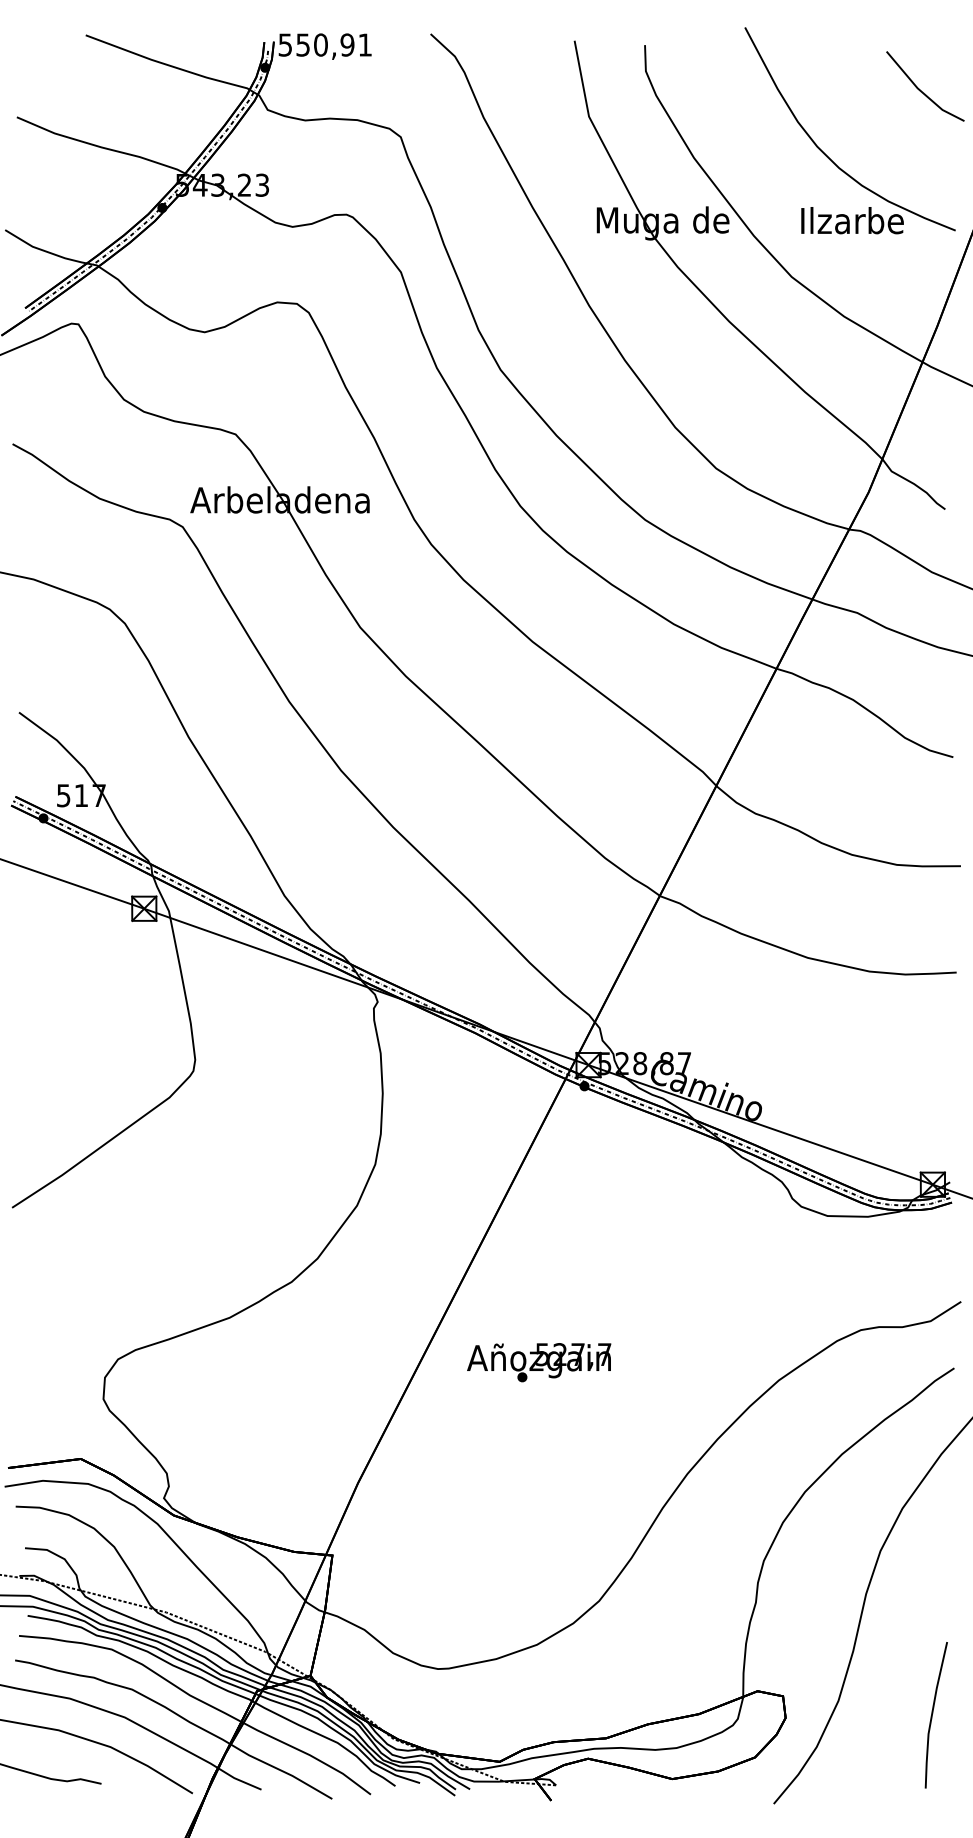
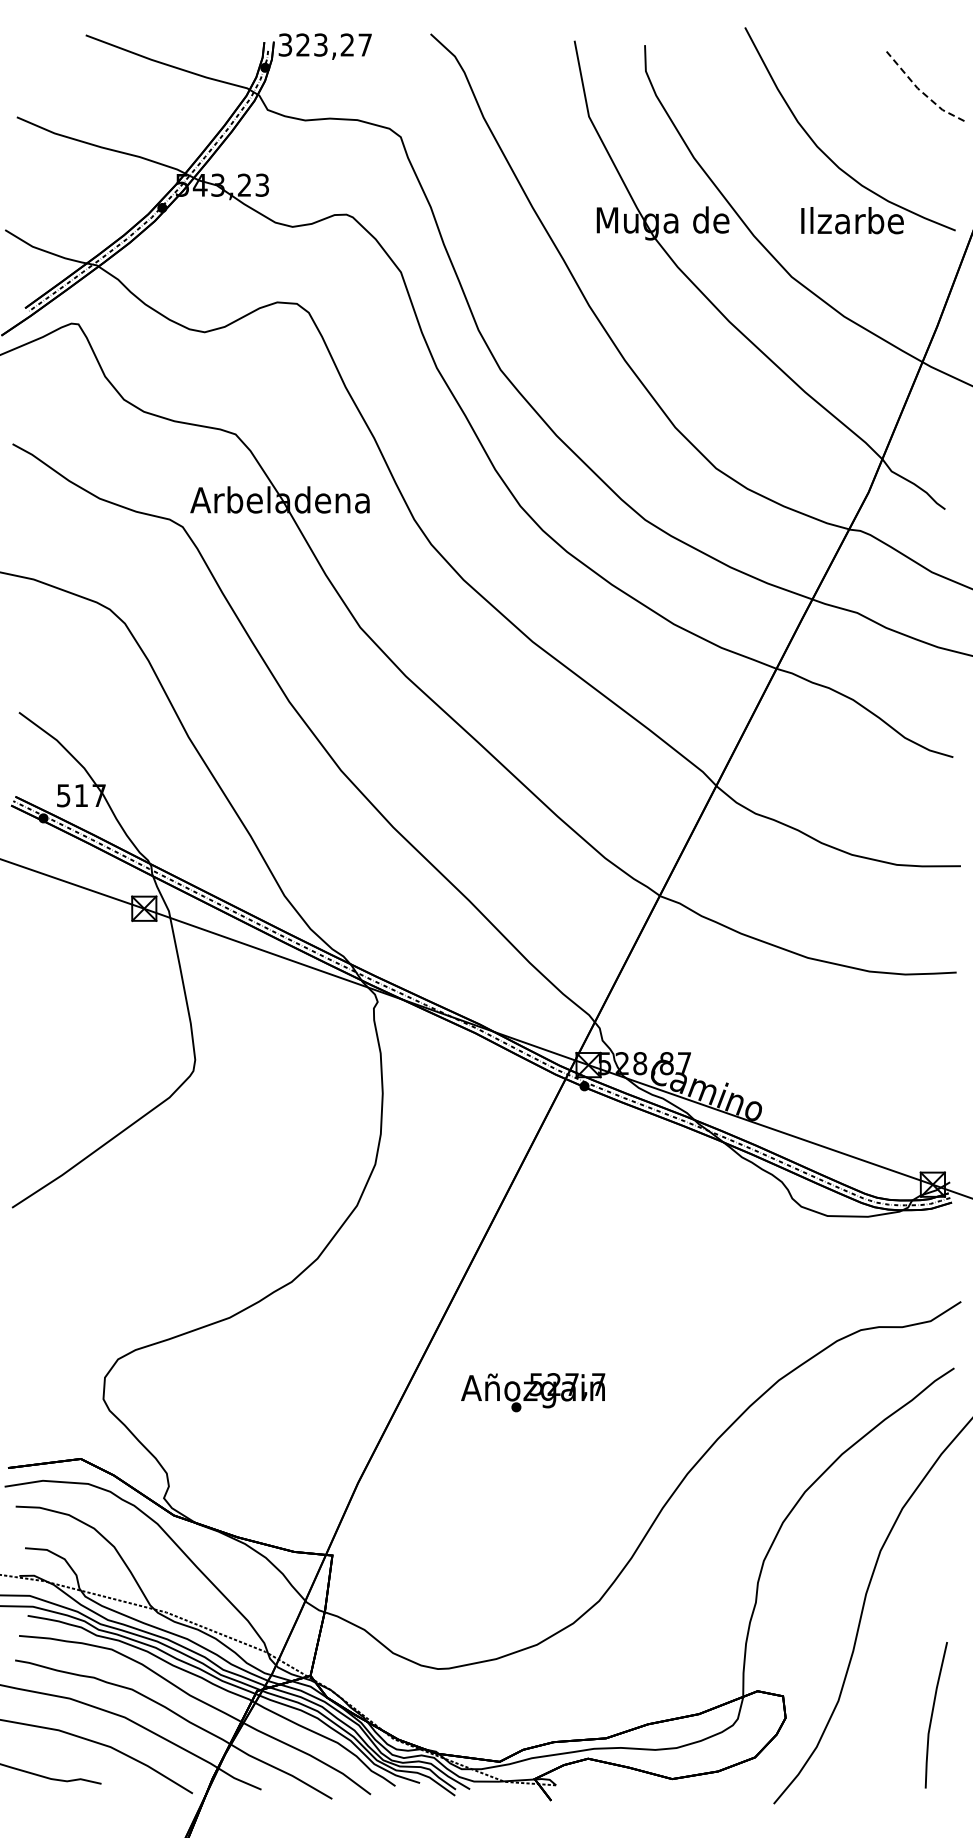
text at (325, 44): 550,91 -> 323,27
line at (921, 91): solid -> dashed
text at (539, 1362) position: (539, 1362) -> (533, 1392)
